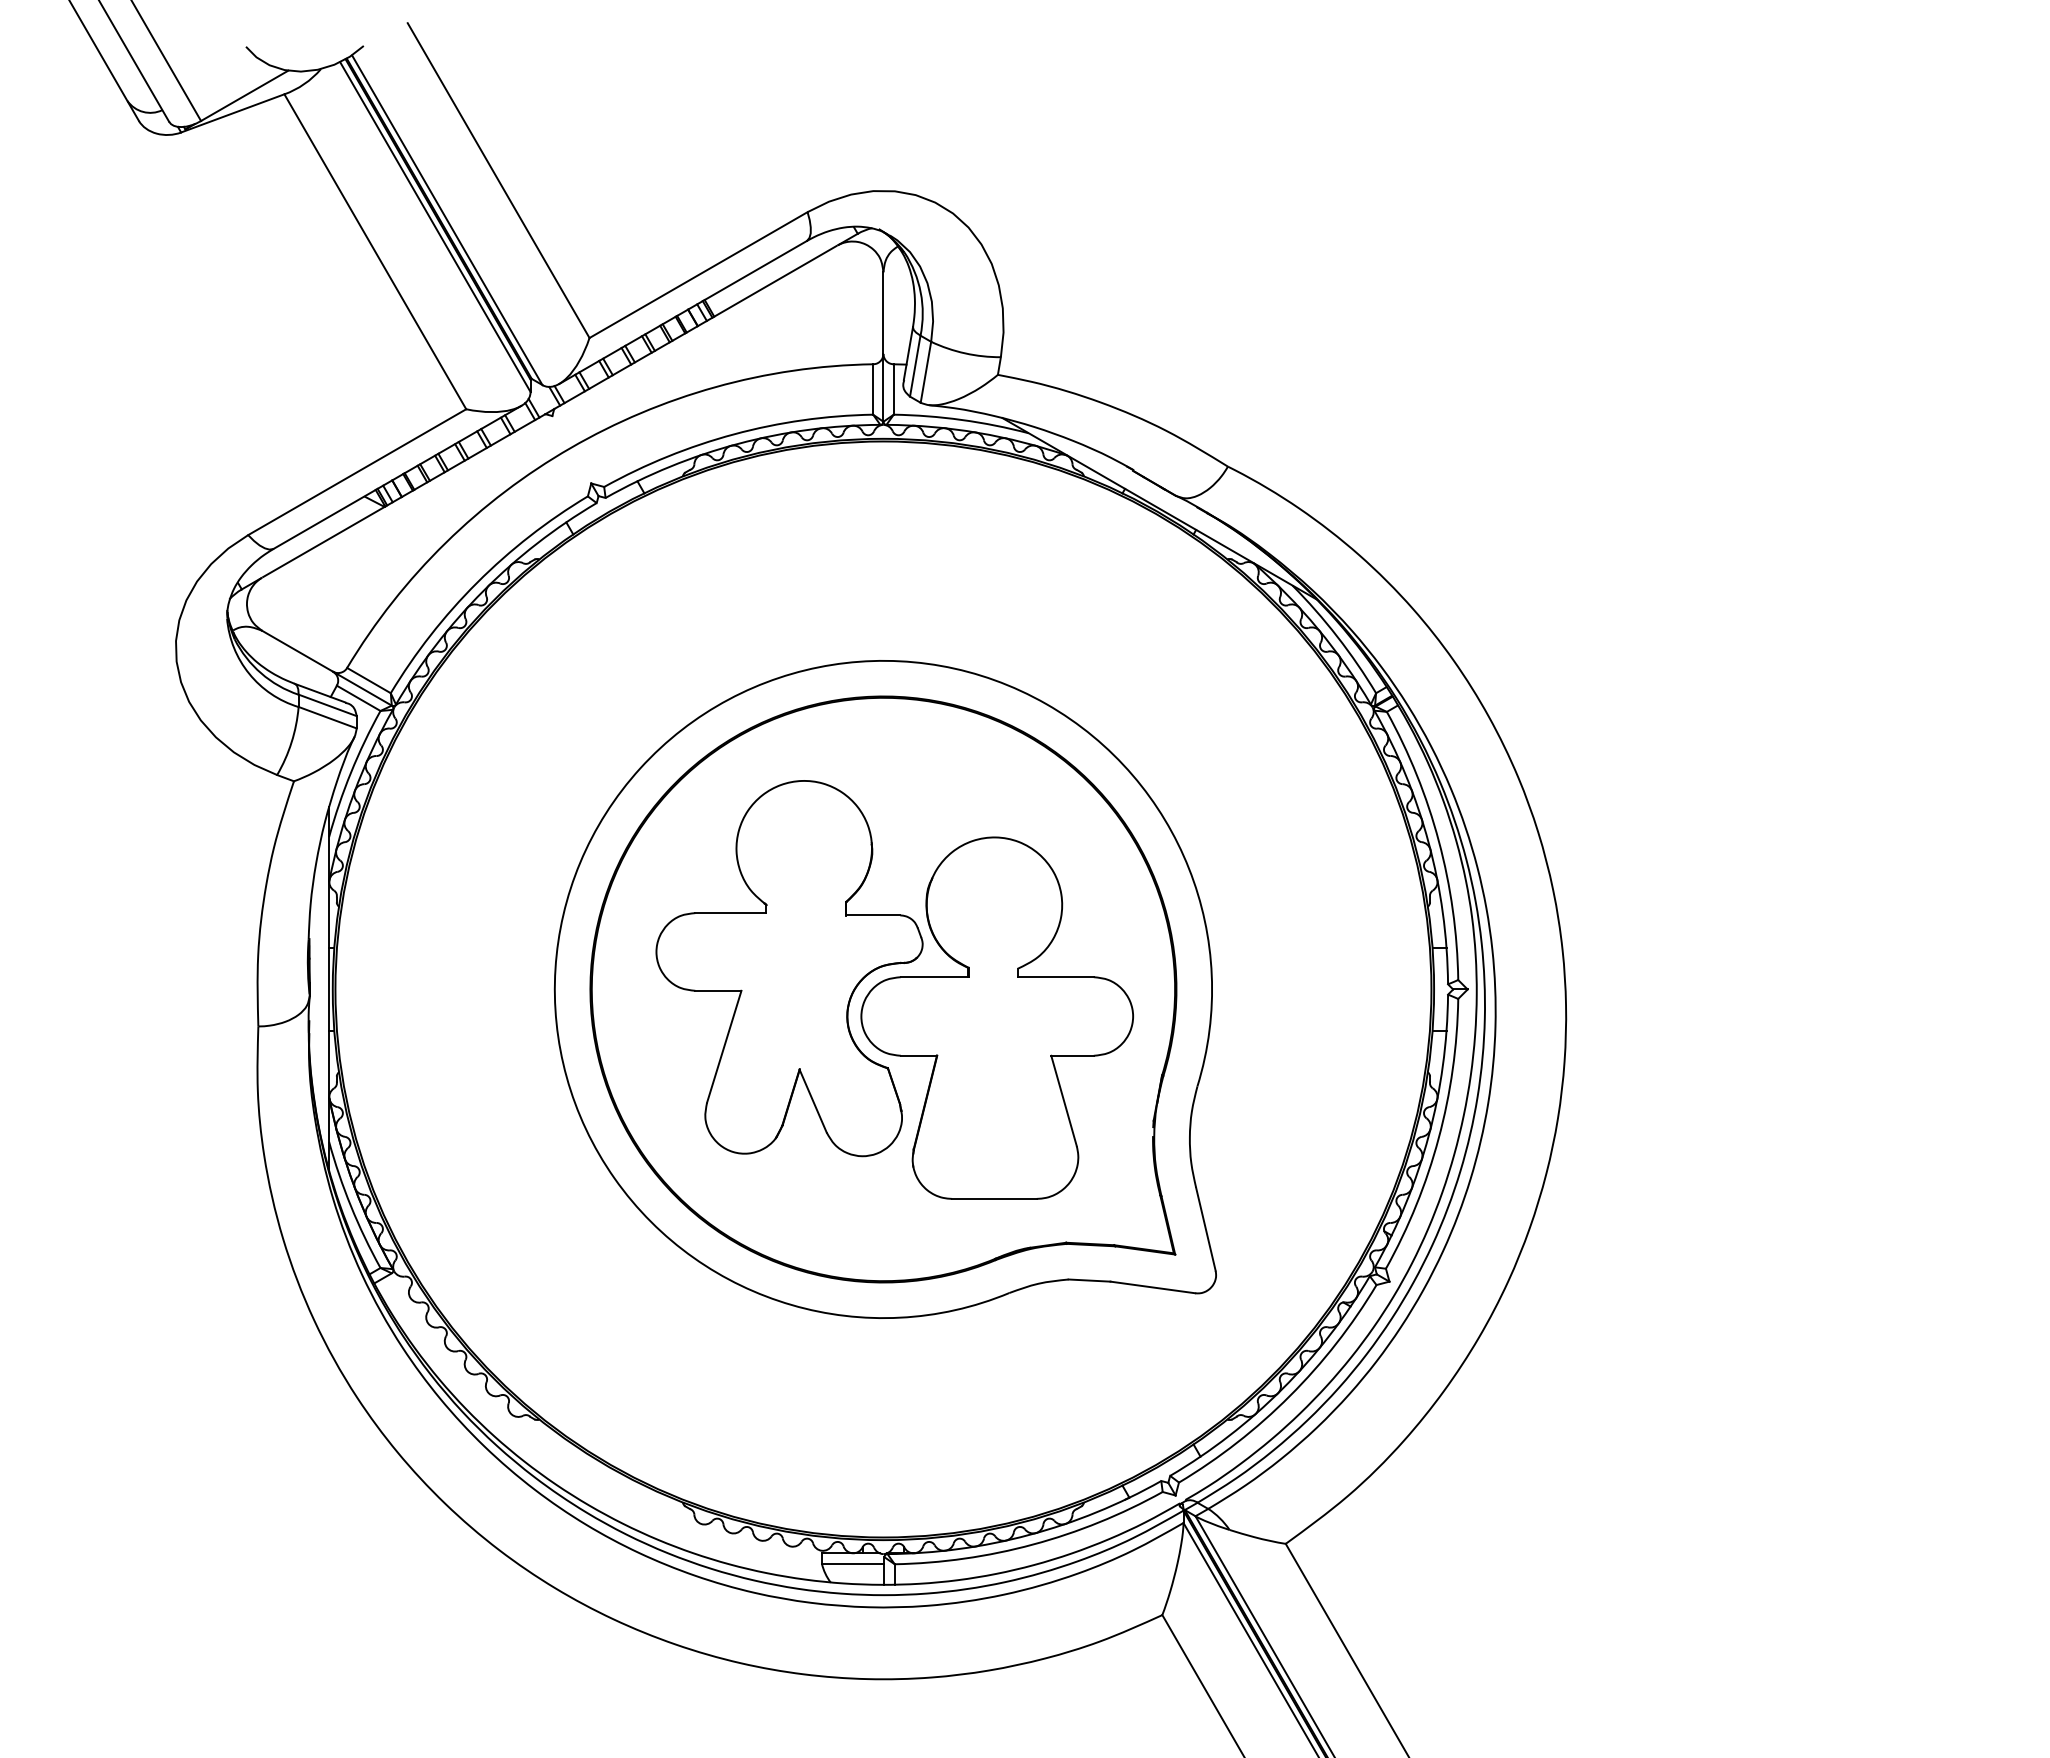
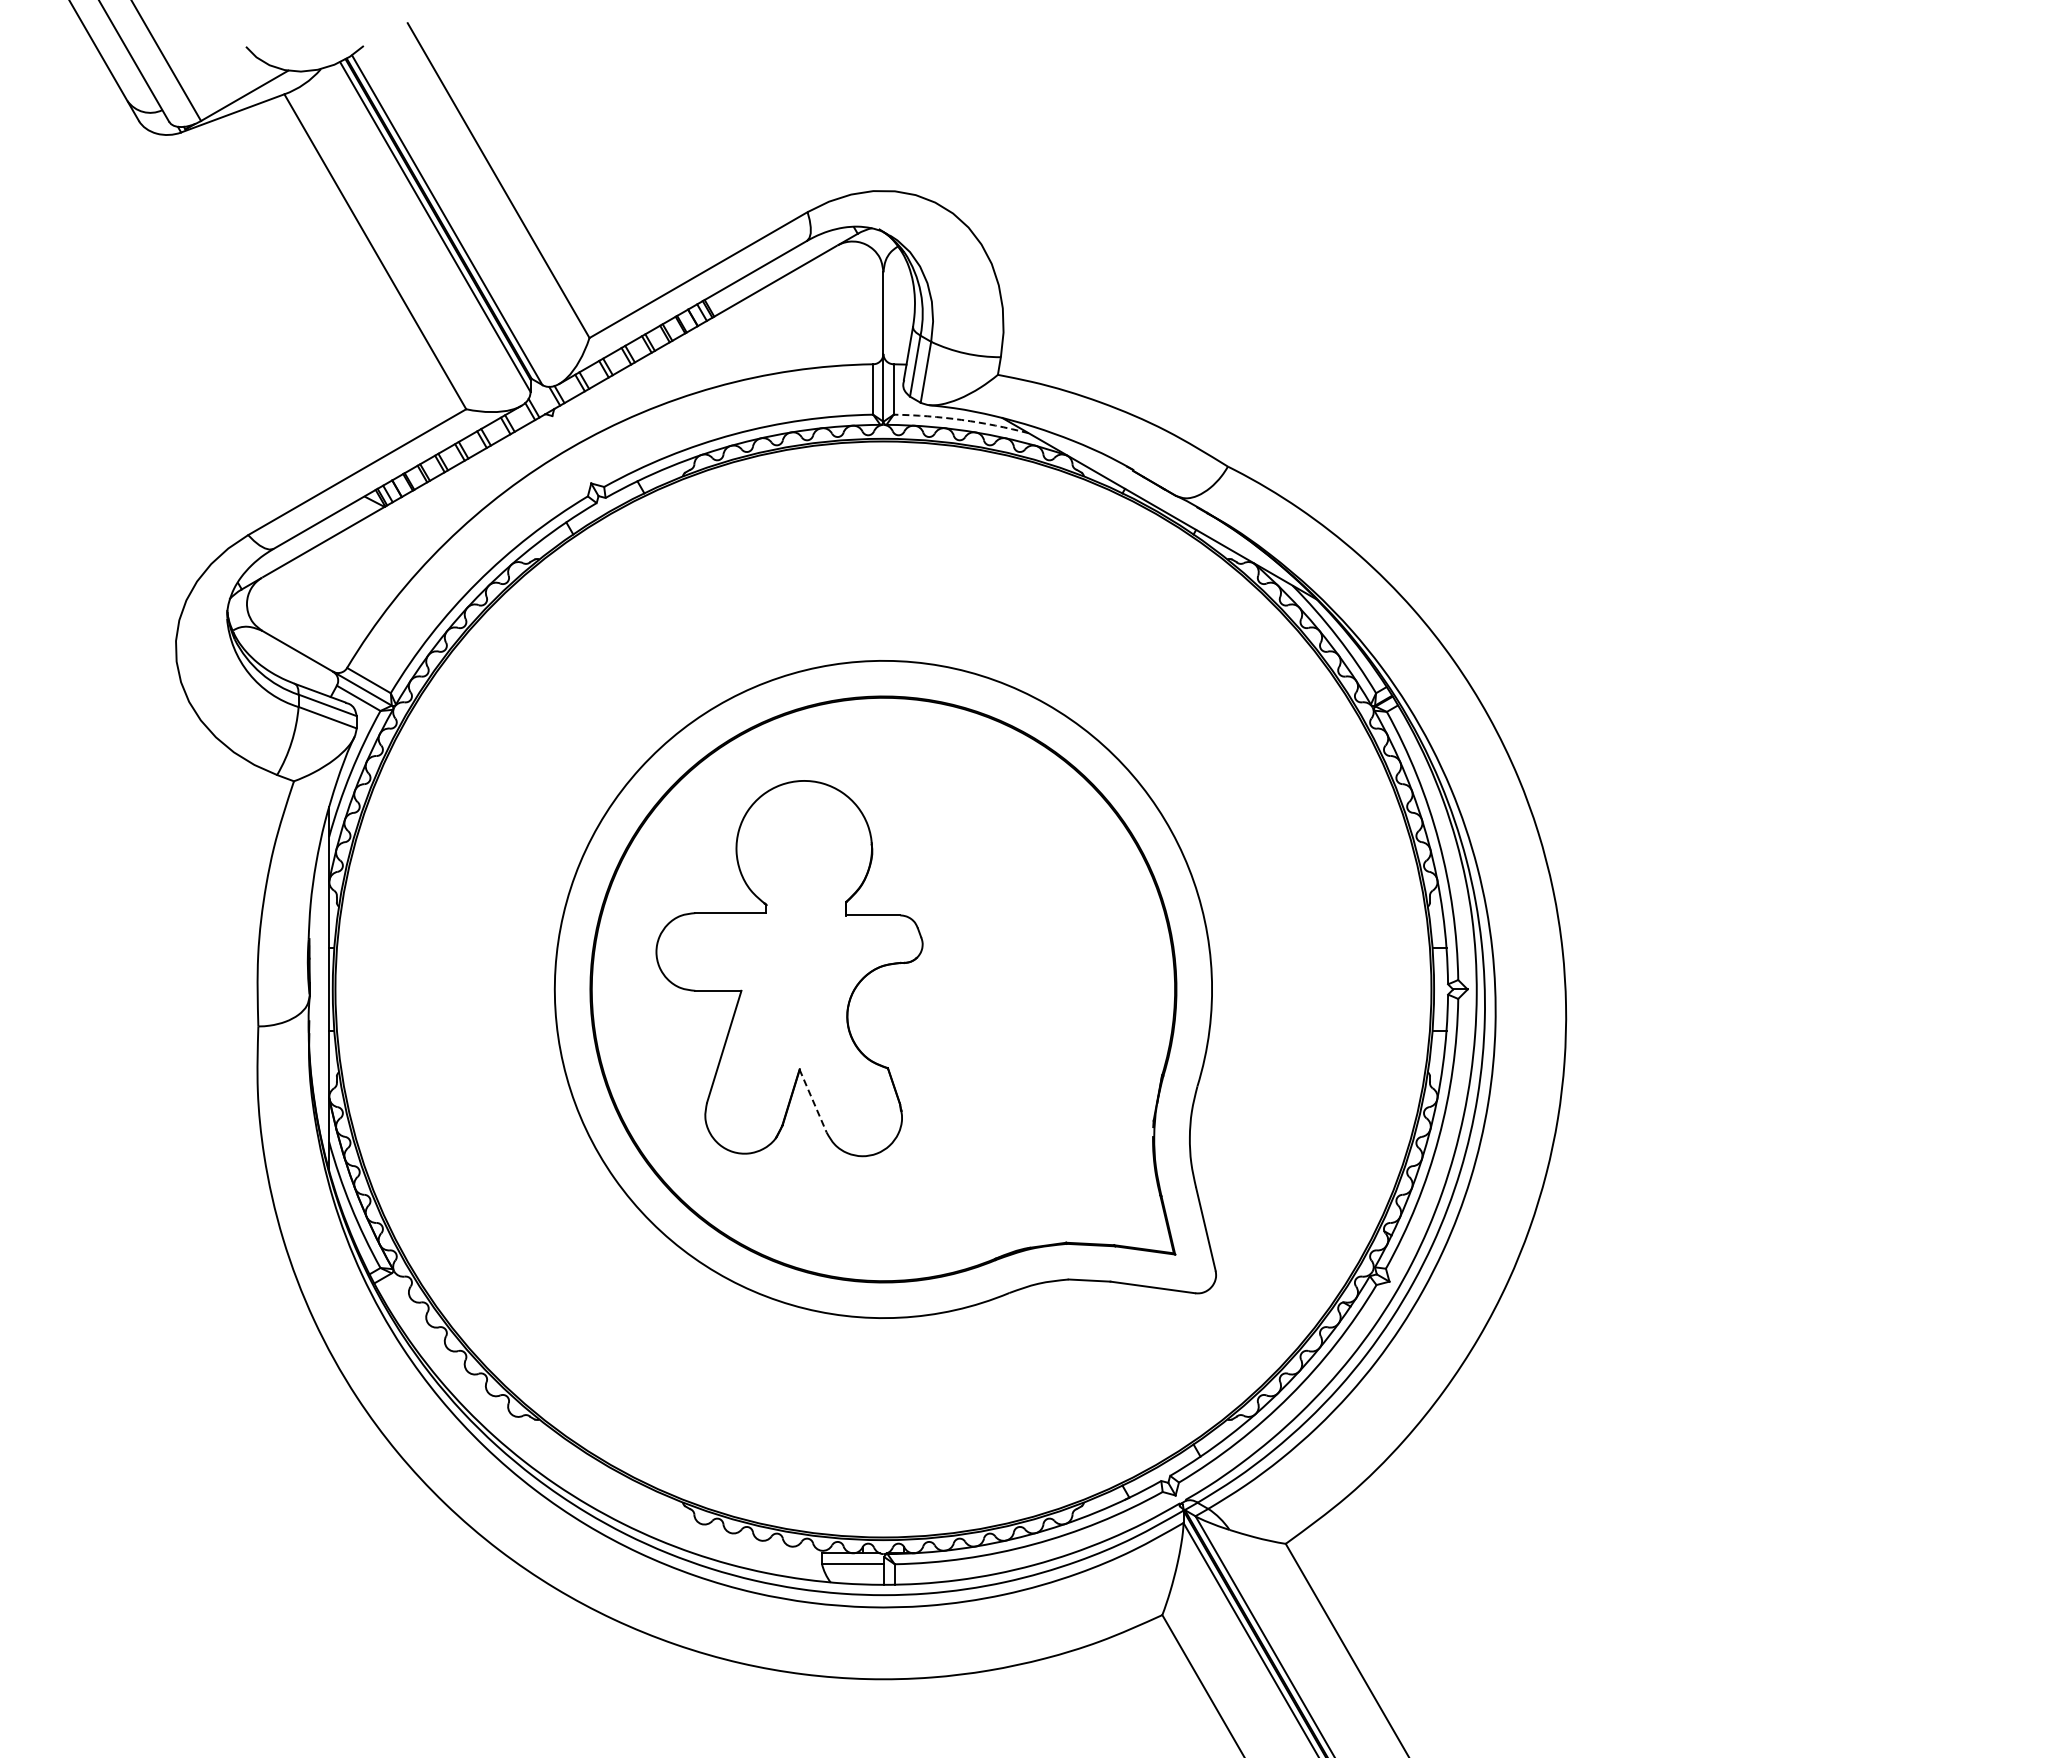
arc at (961, 419): solid -> dashed
part at (996, 1017): present -> none
line at (813, 1101): solid -> dashed
